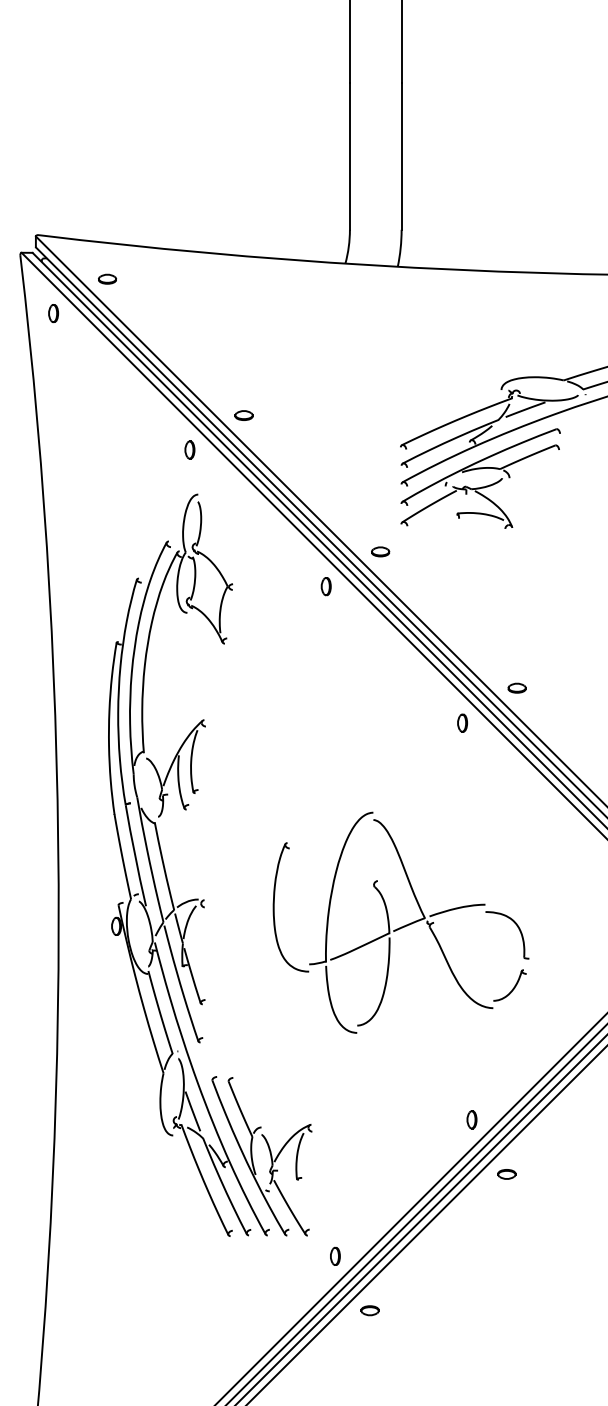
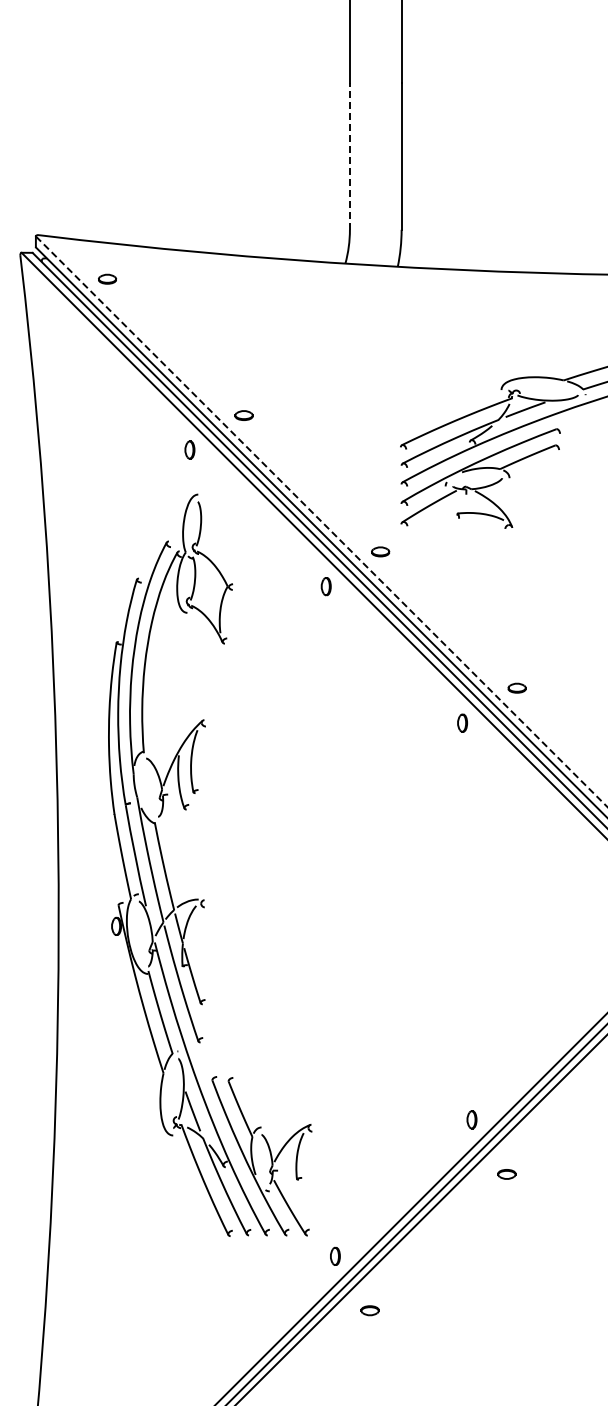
line at (349, 155): solid -> dashed
part at (53, 313): present -> none
line at (321, 521): solid -> dashed
part at (400, 922): present -> none
line at (426, 1225): present -> none
